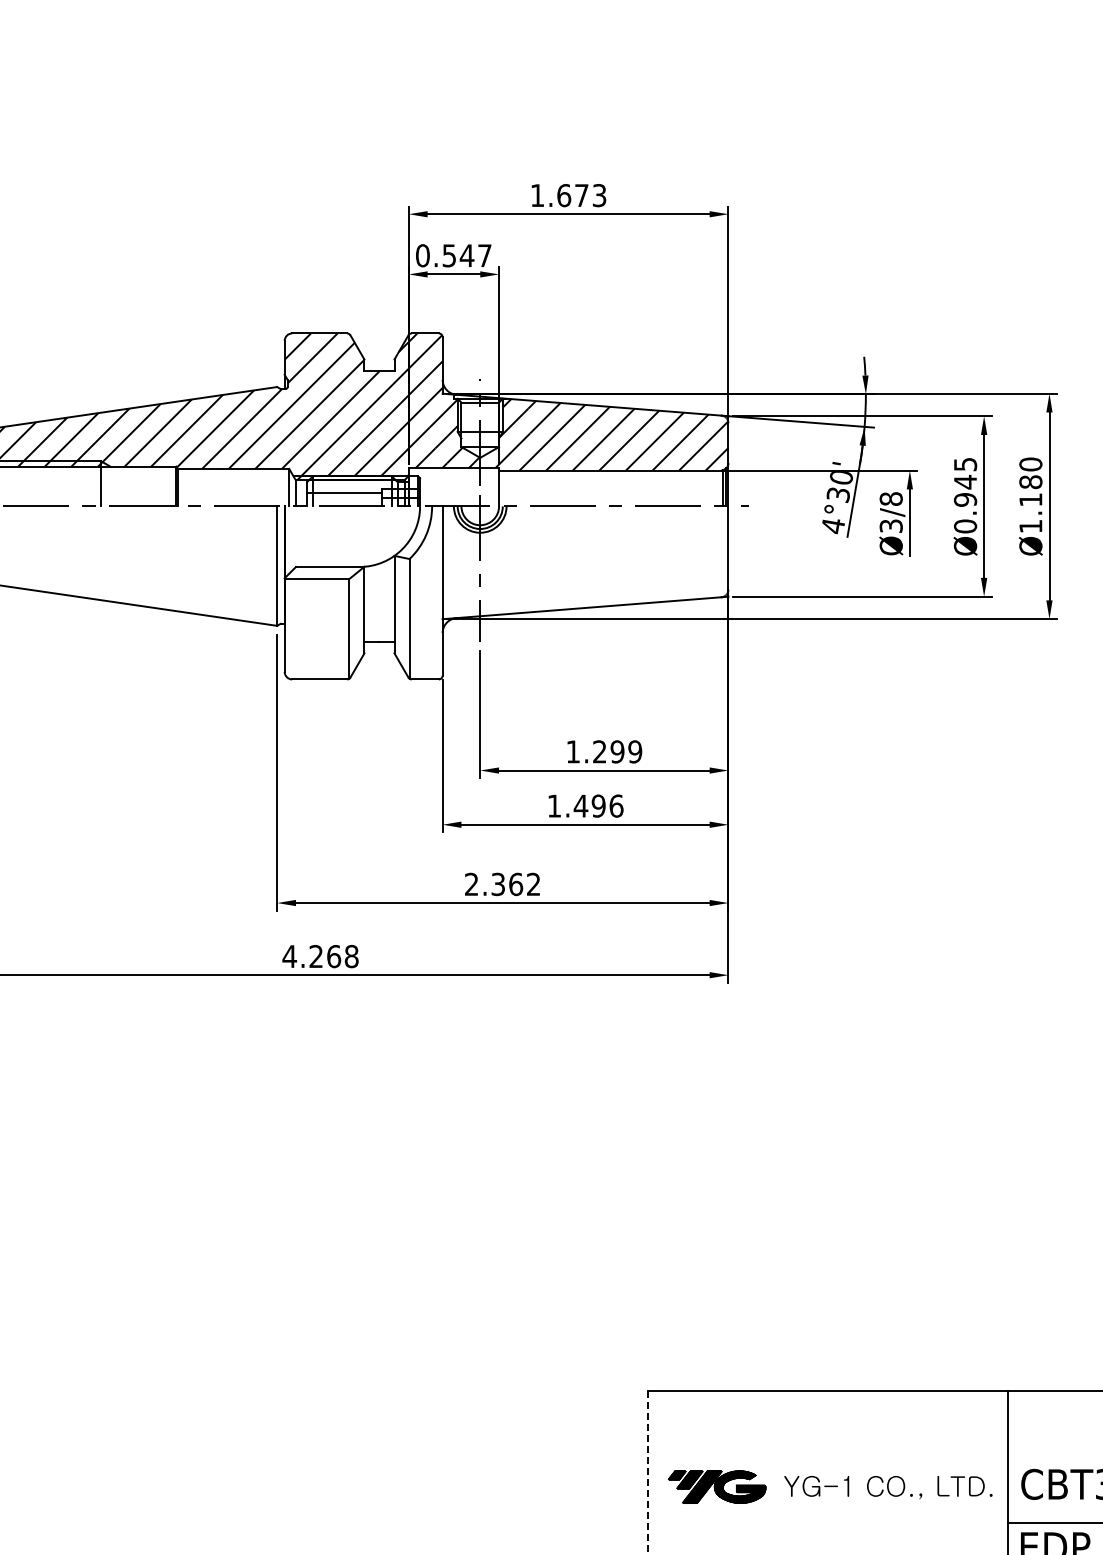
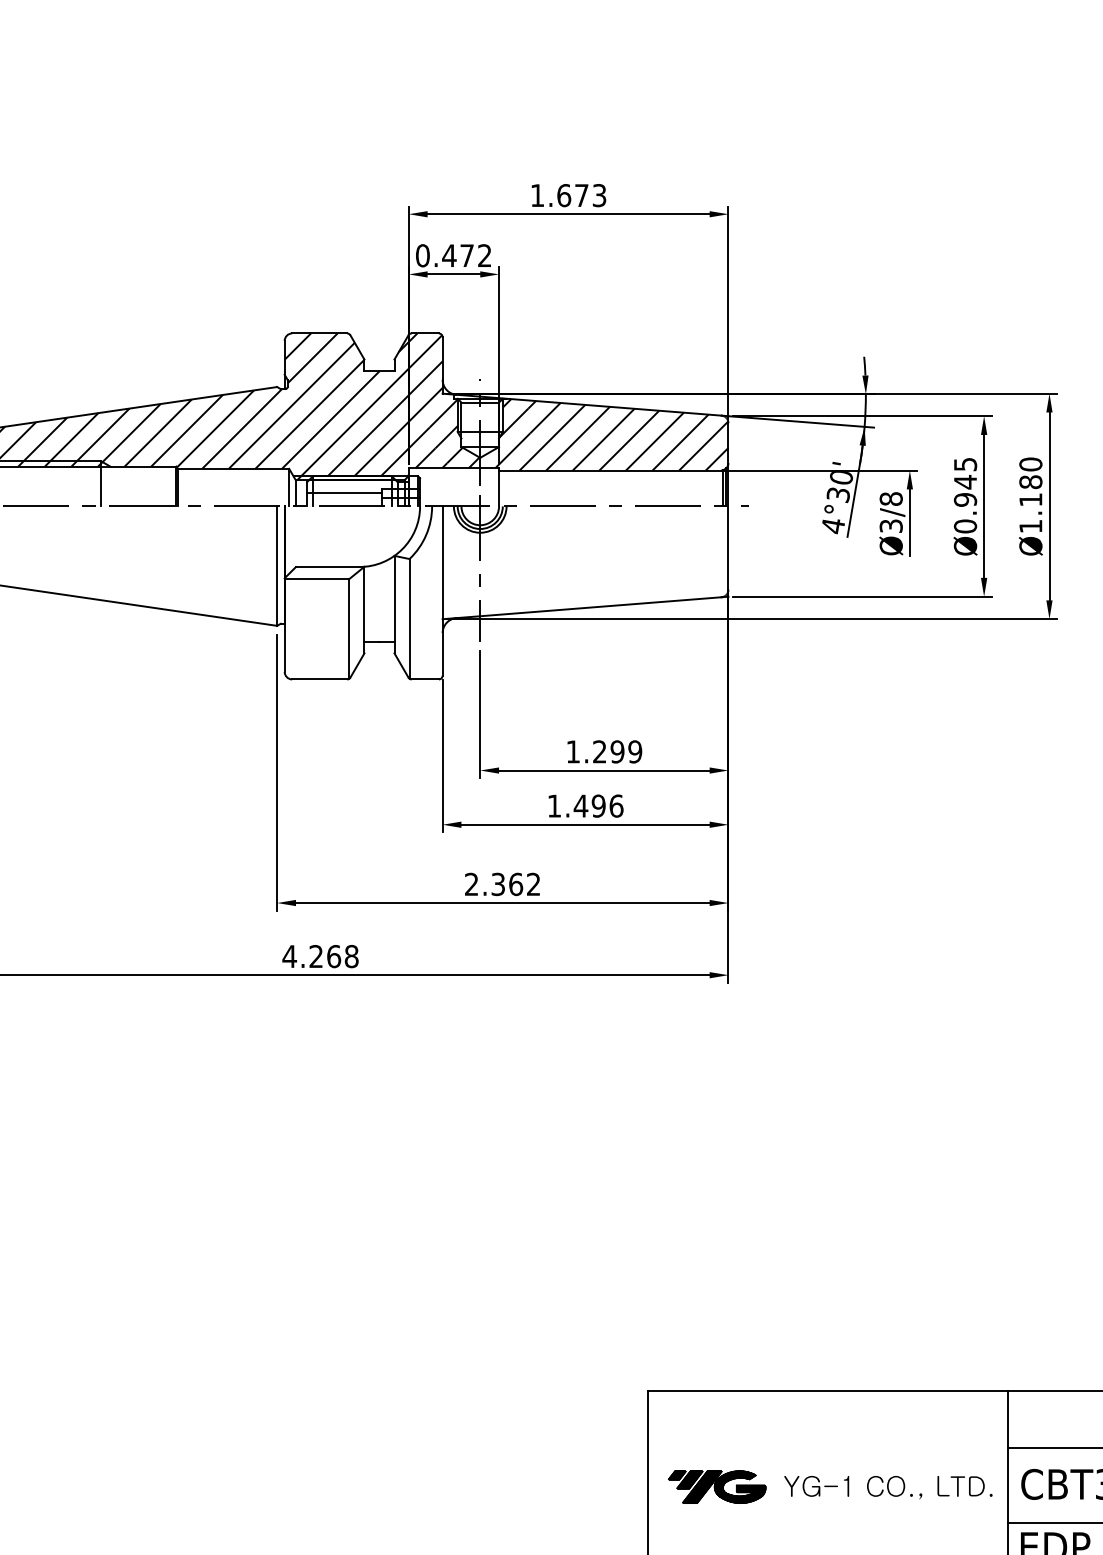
text at (466, 255): 0.547 -> 0.472
line at (1053, 1447): none -> present
line at (647, 1473): dashed -> solid
